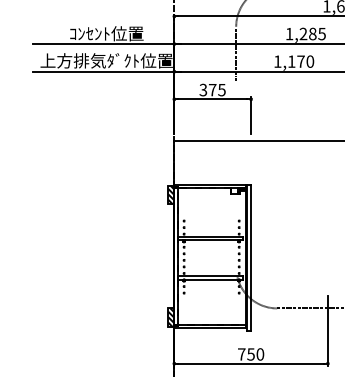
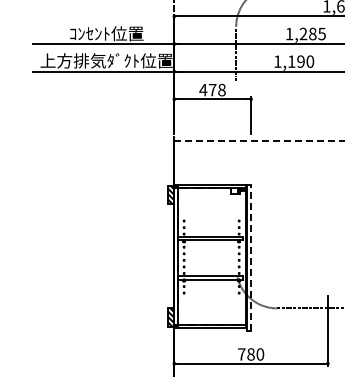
text at (300, 61): 1,170 -> 1,190
text at (212, 89): 375 -> 478
line at (259, 141): solid -> dashed
line at (251, 257): solid -> dashed
text at (250, 354): 750 -> 780
